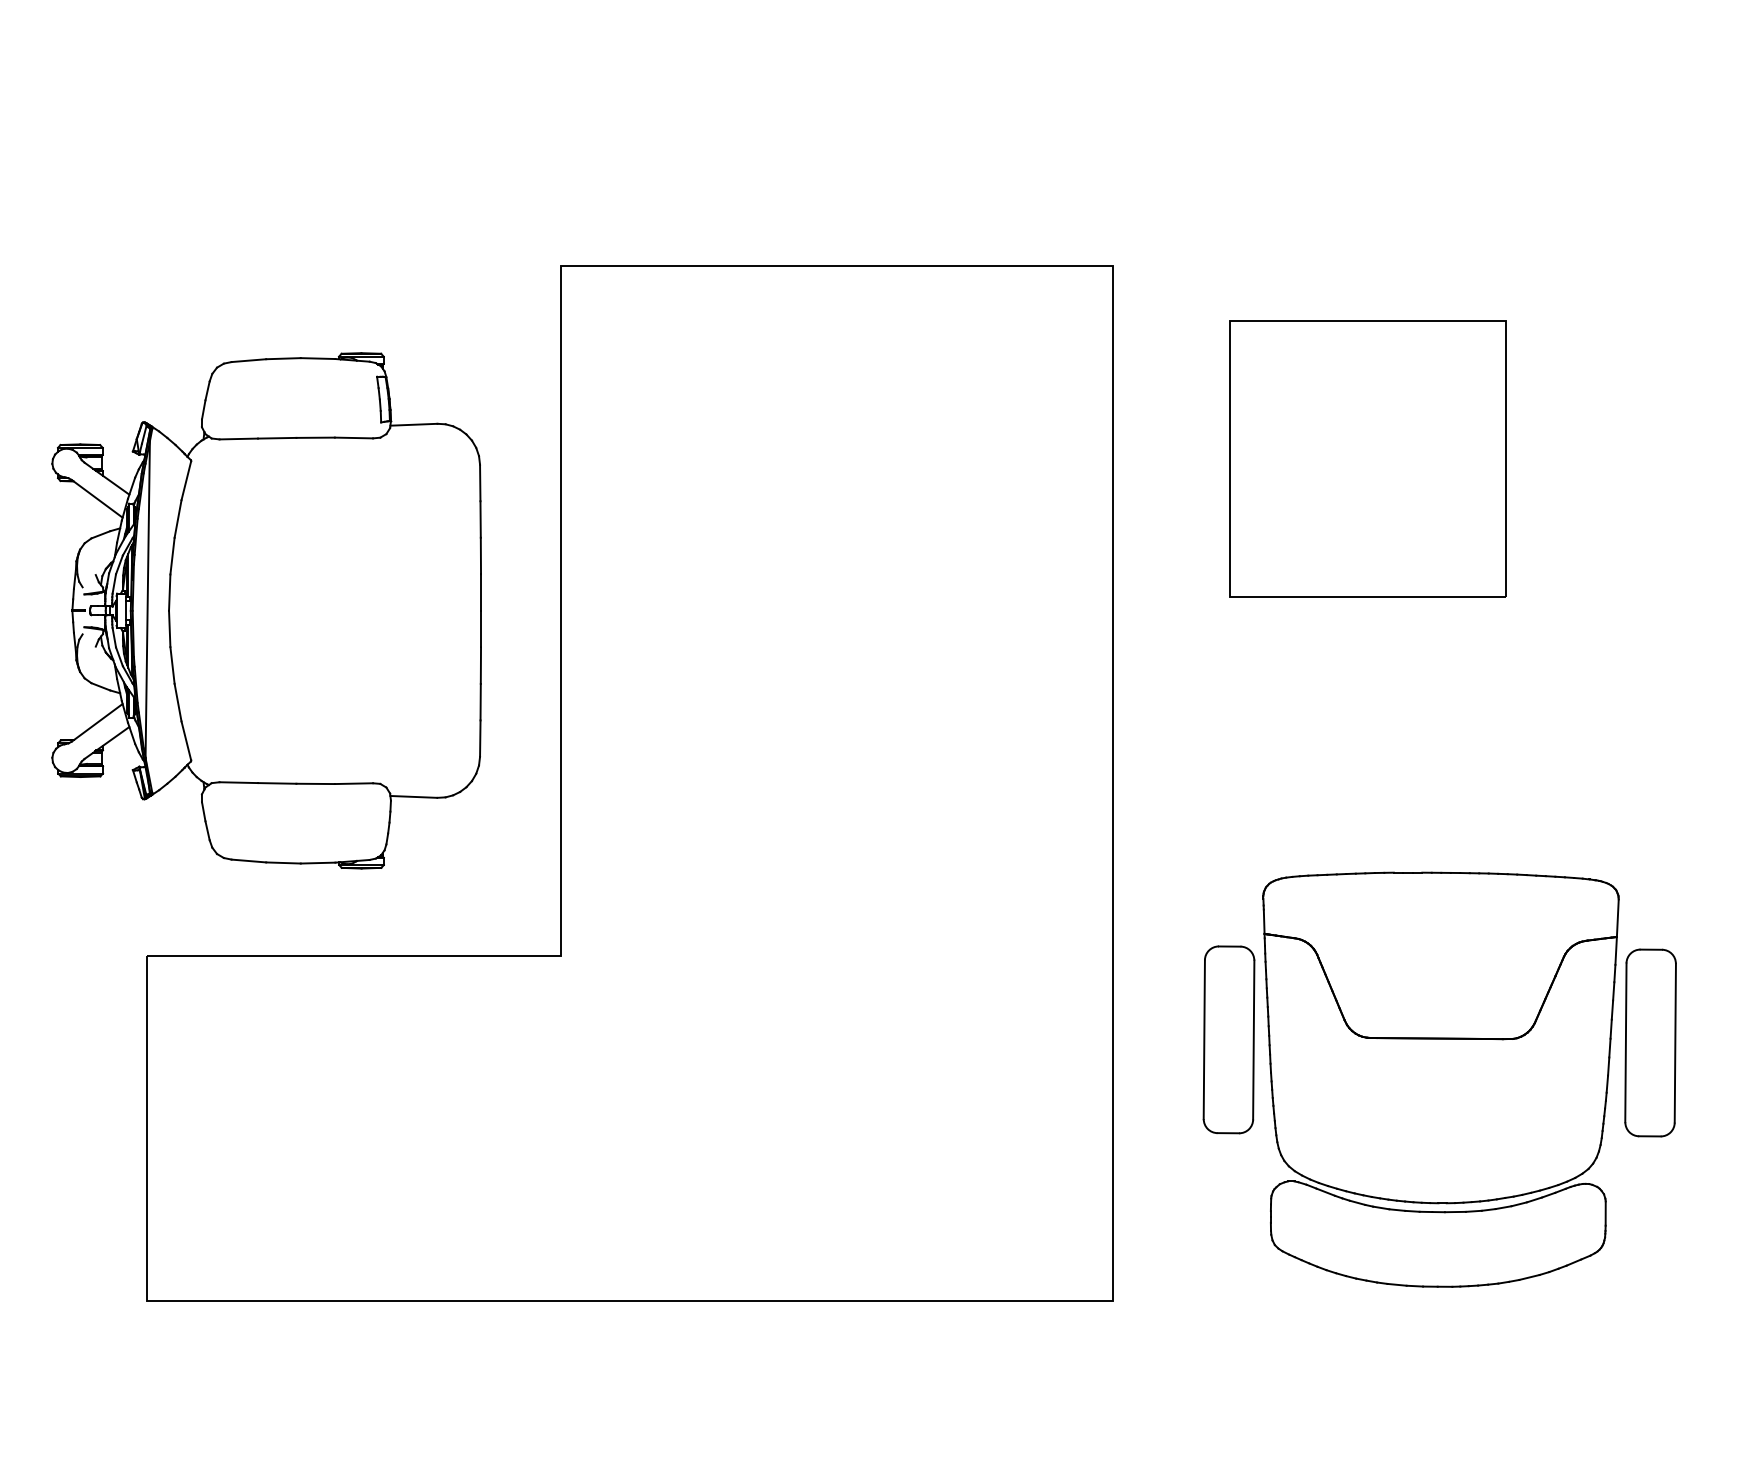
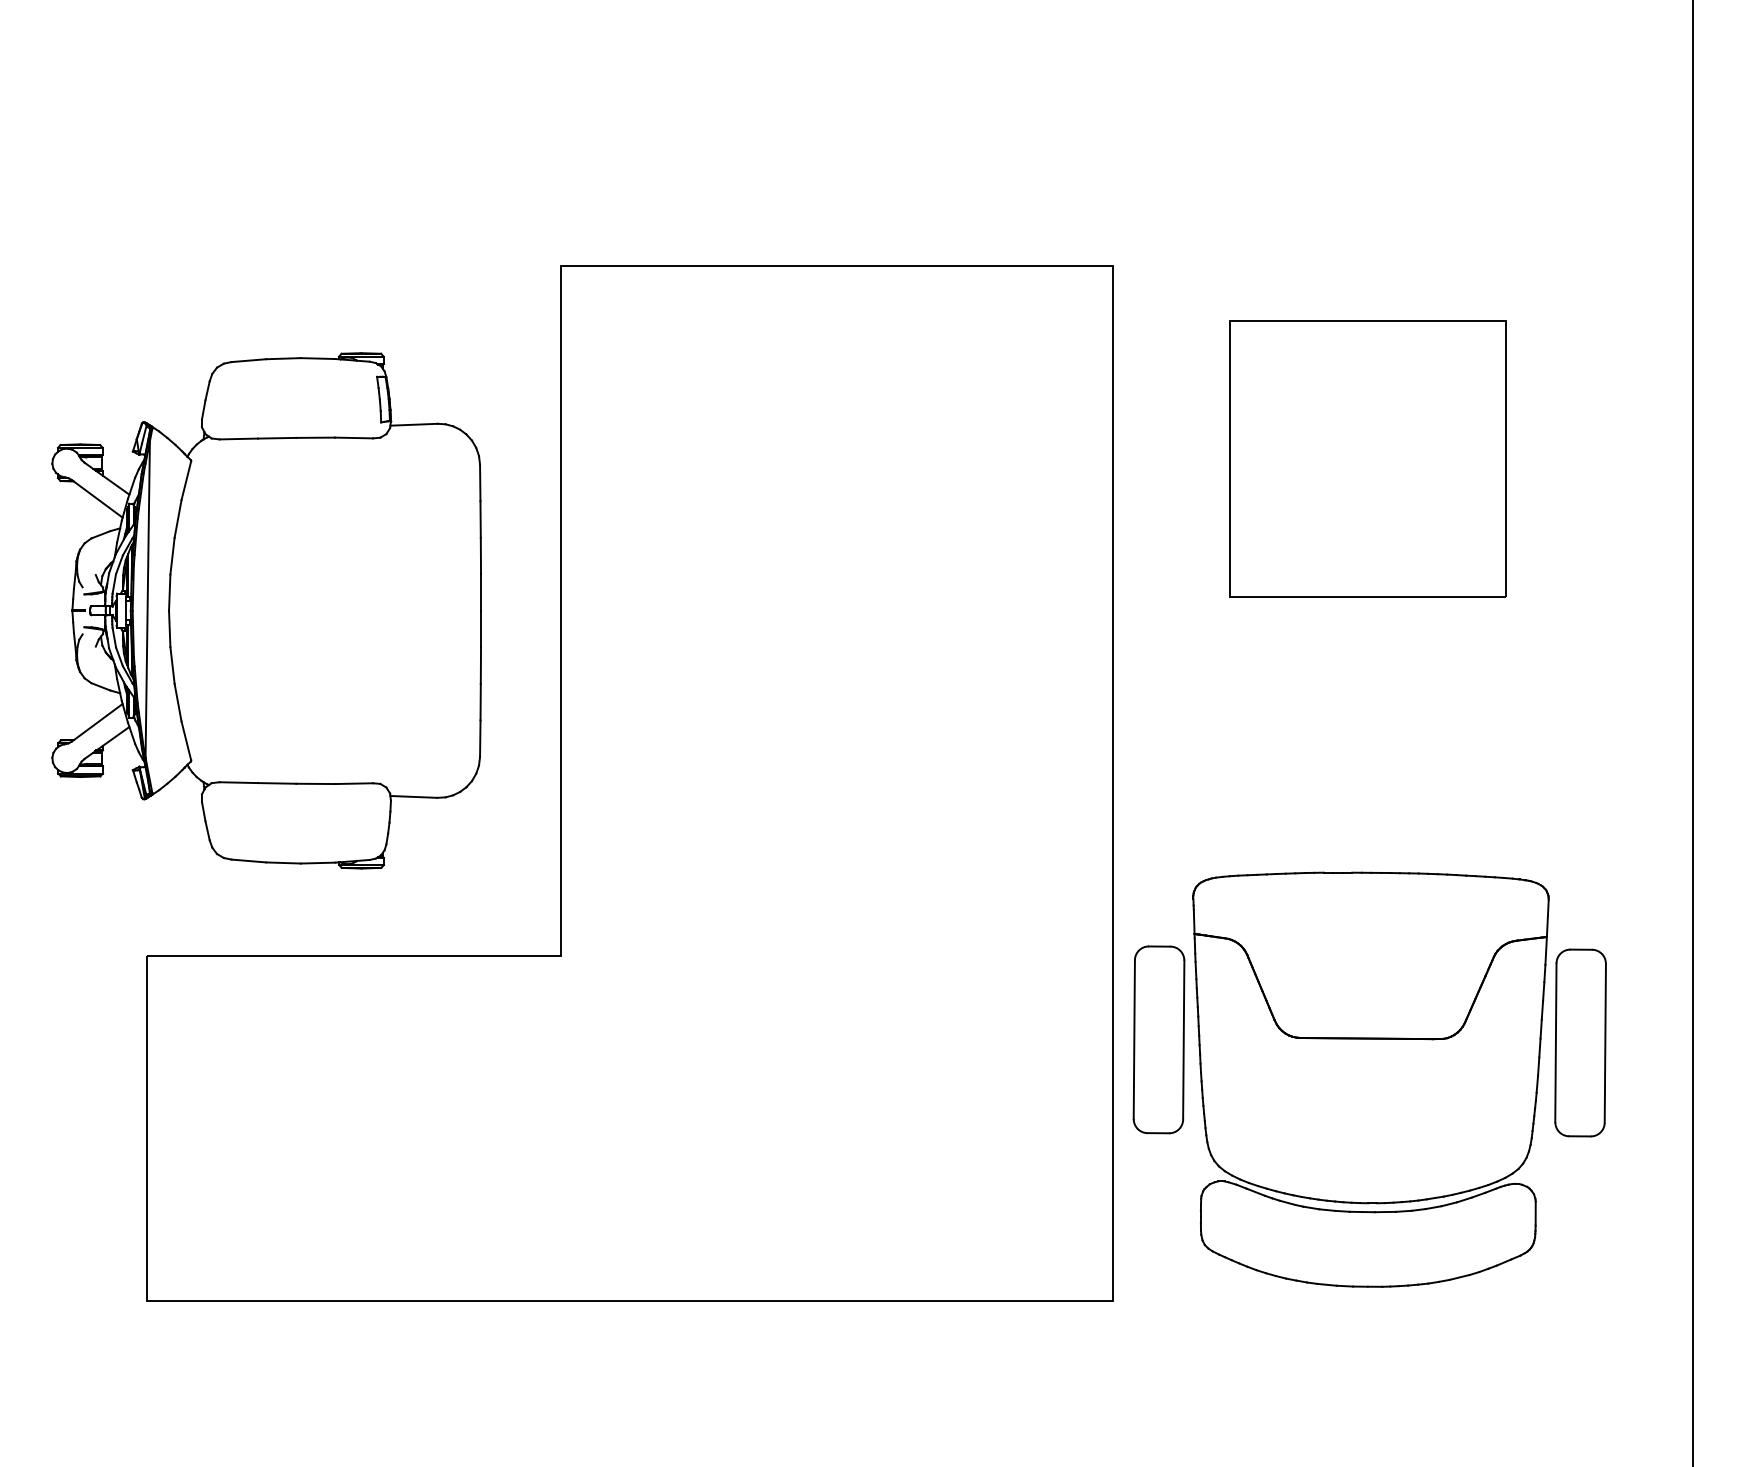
line at (1692, 732): none -> present
part at (1439, 1079) position: (1439, 1079) -> (1369, 1079)
